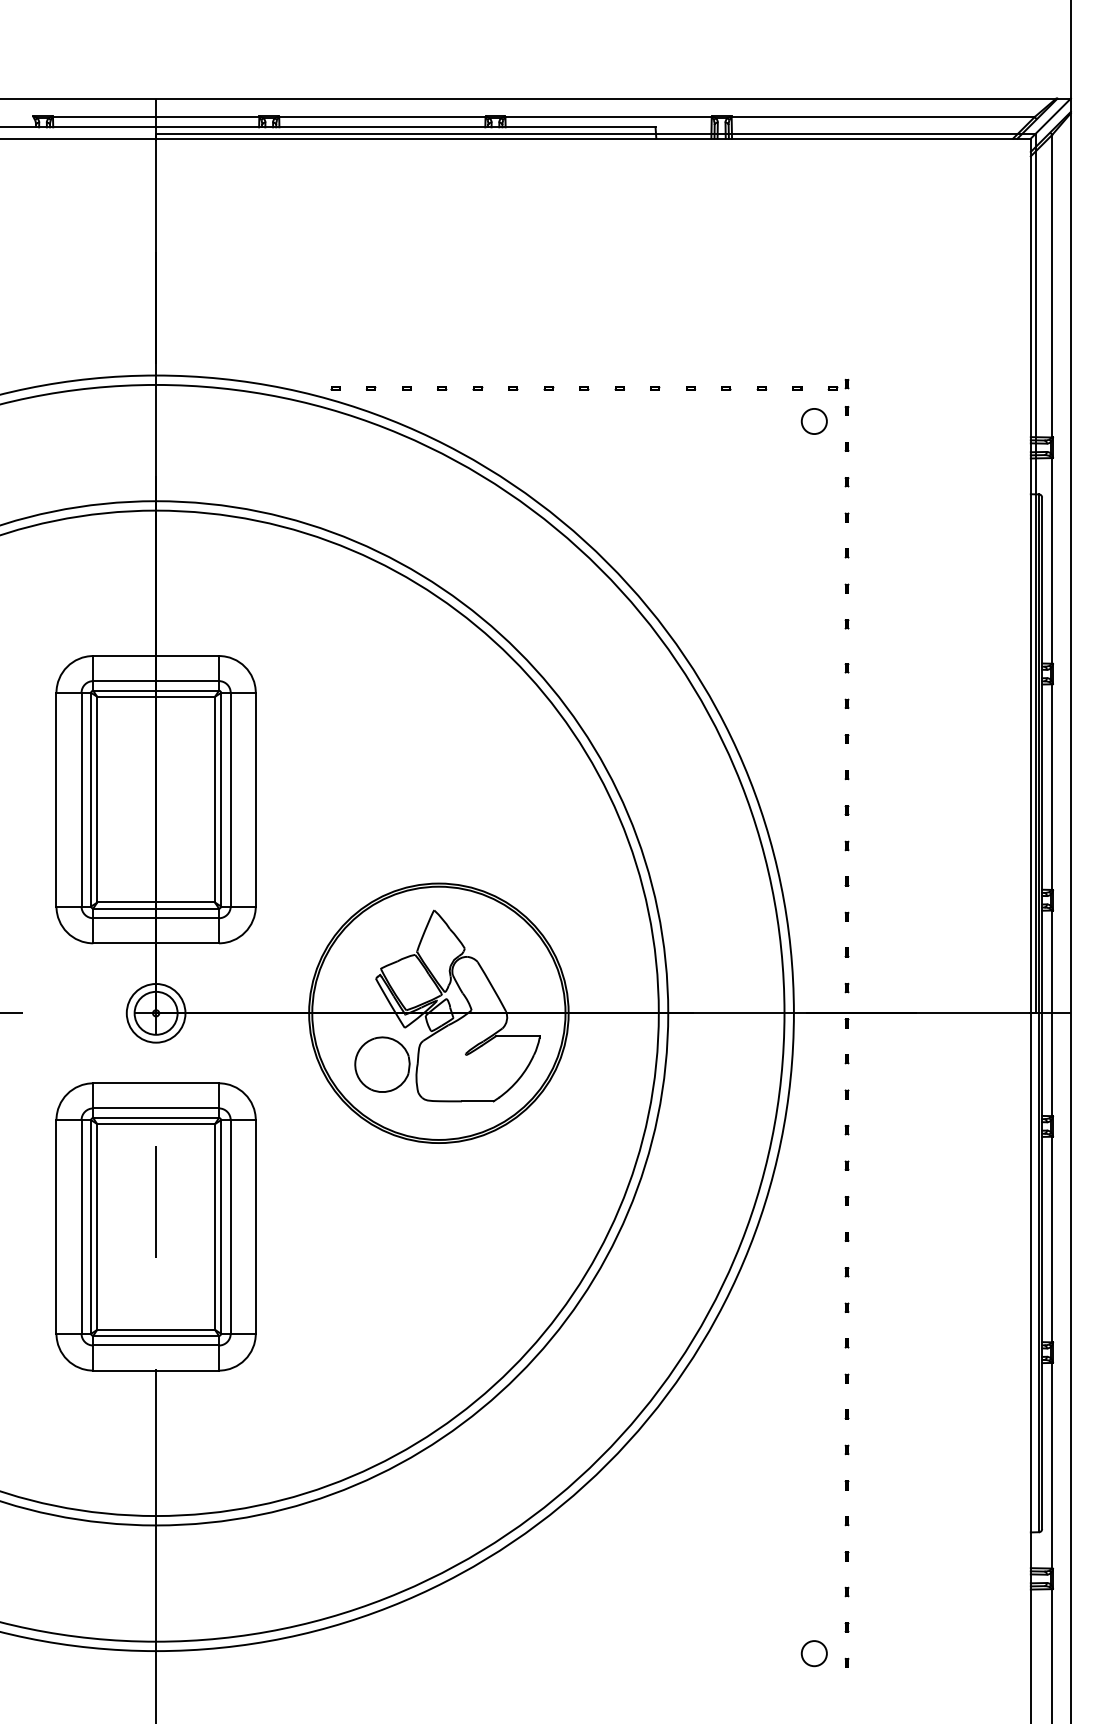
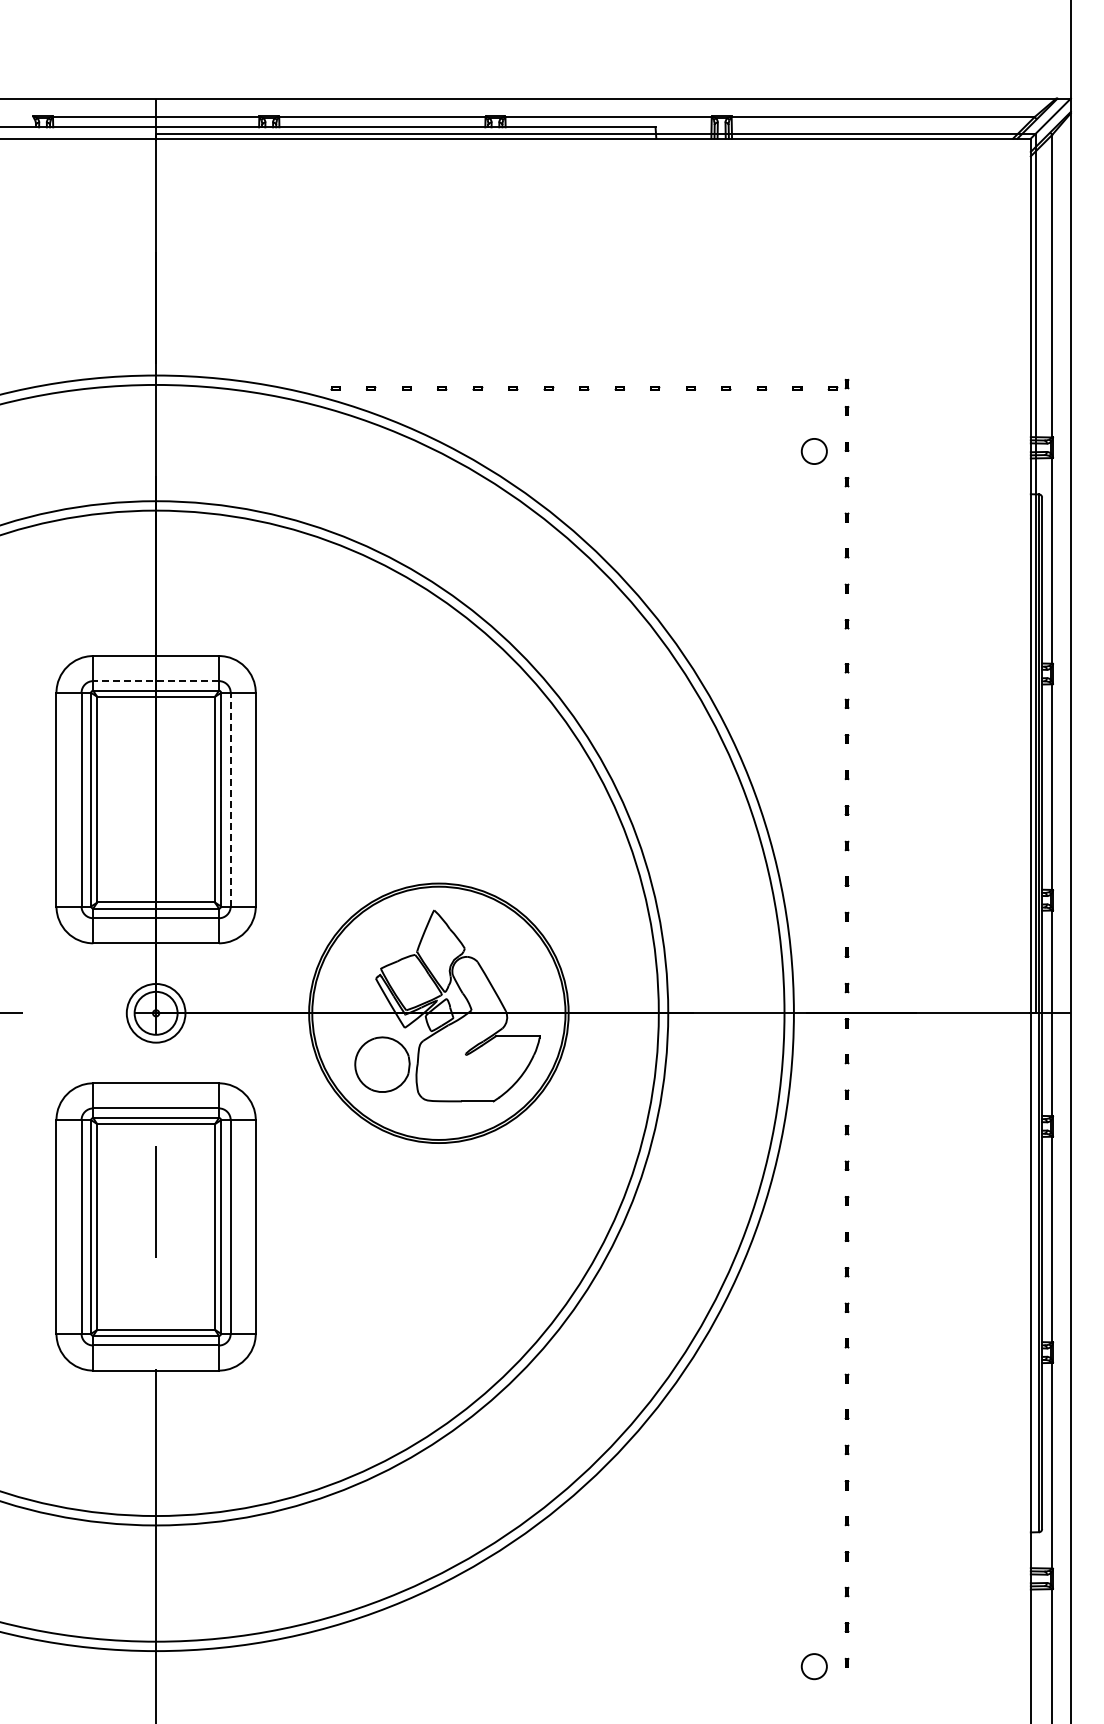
circle at (813, 421) position: (813, 421) -> (813, 451)
line at (156, 681): solid -> dashed
line at (230, 799): solid -> dashed
circle at (813, 1653) position: (813, 1653) -> (813, 1666)
